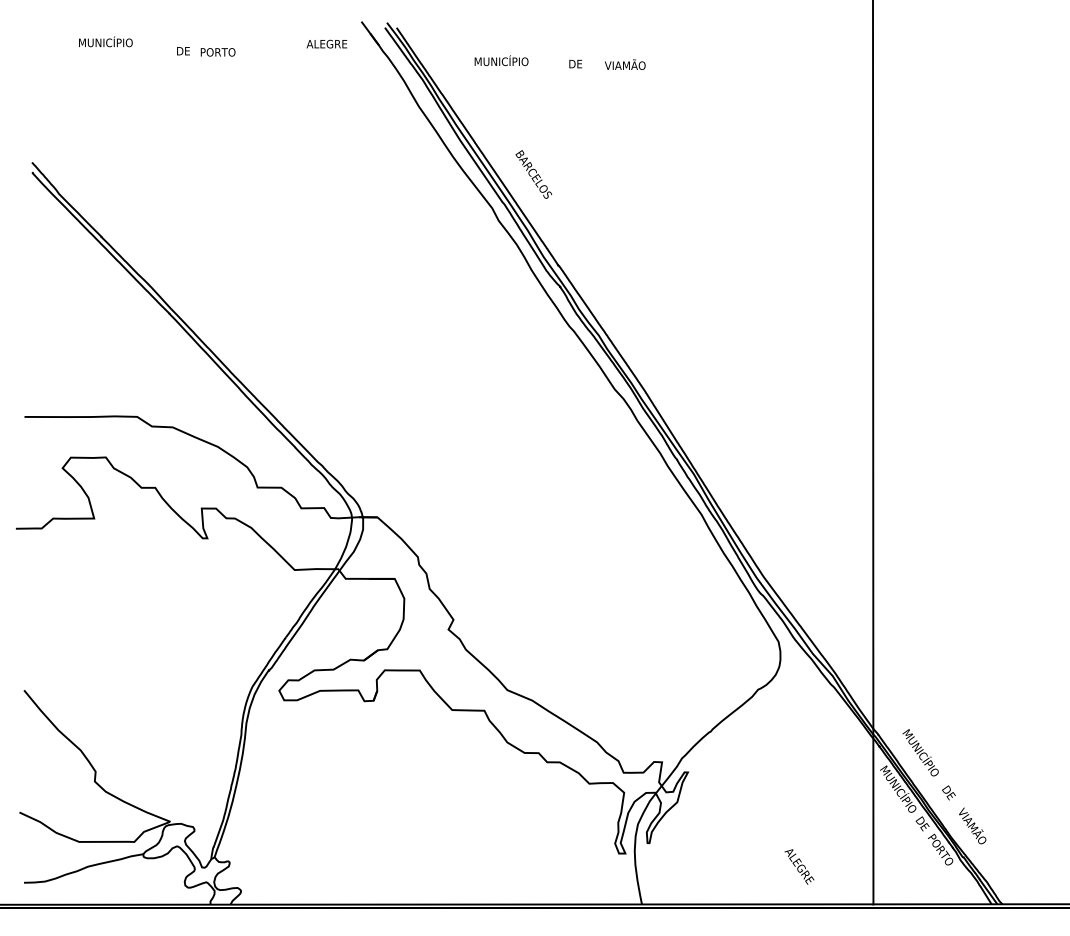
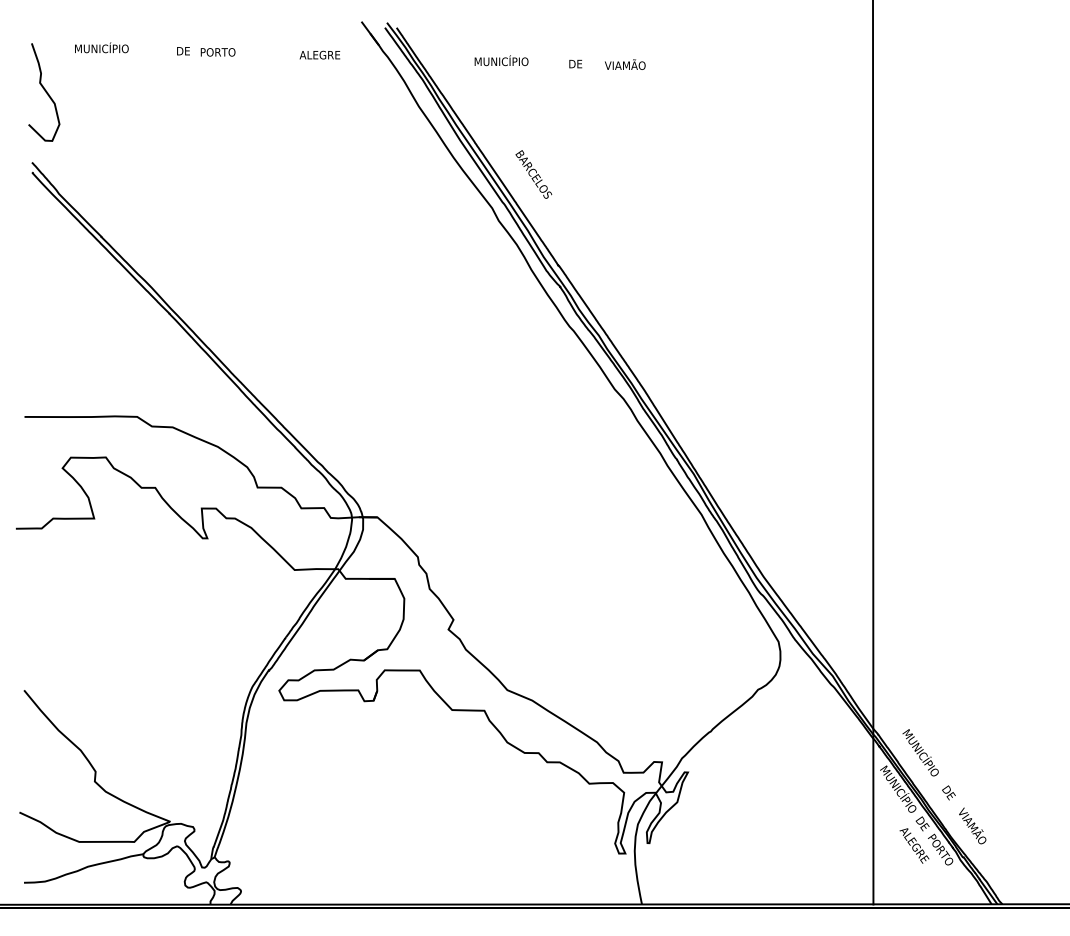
text at (105, 41) position: (105, 41) -> (101, 47)
text at (326, 43) position: (326, 43) -> (319, 54)
curve at (44, 91): none -> present
text at (799, 866) position: (799, 866) -> (914, 845)
